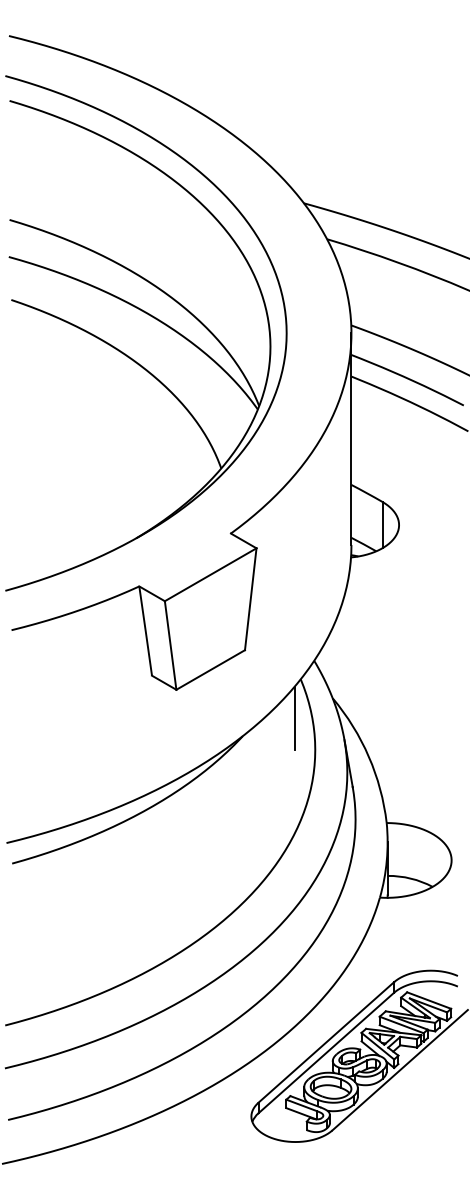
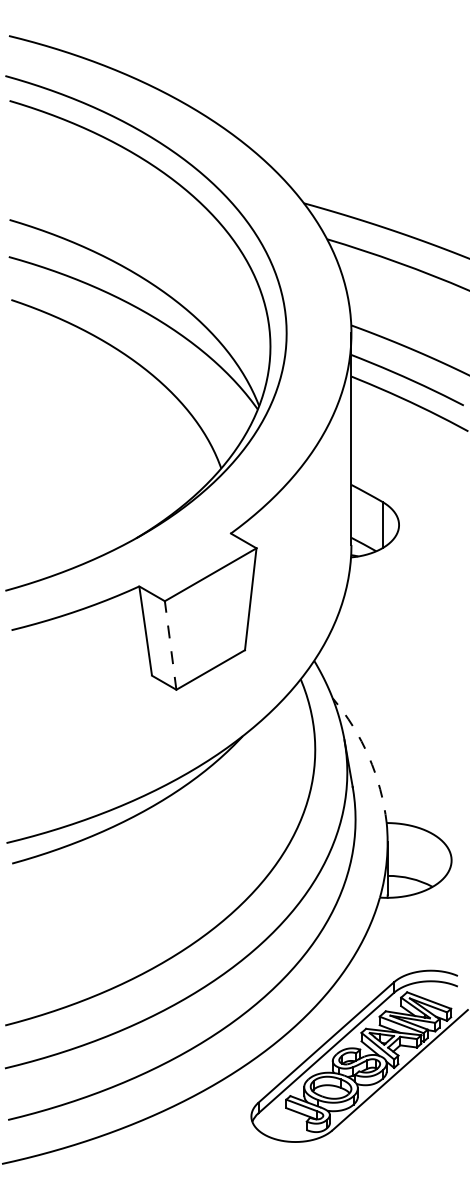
line at (170, 645): solid -> dashed
line at (294, 717): present -> none
arc at (368, 756): solid -> dashed
